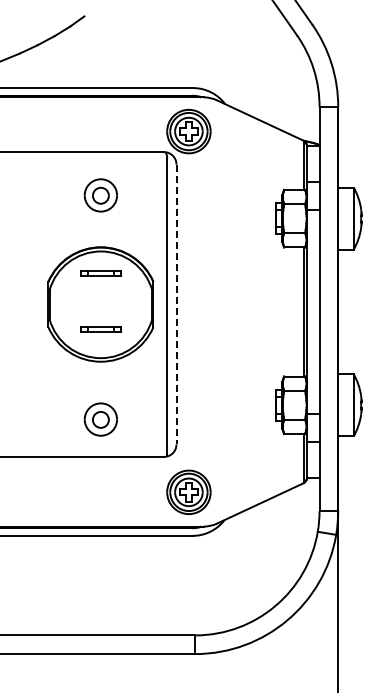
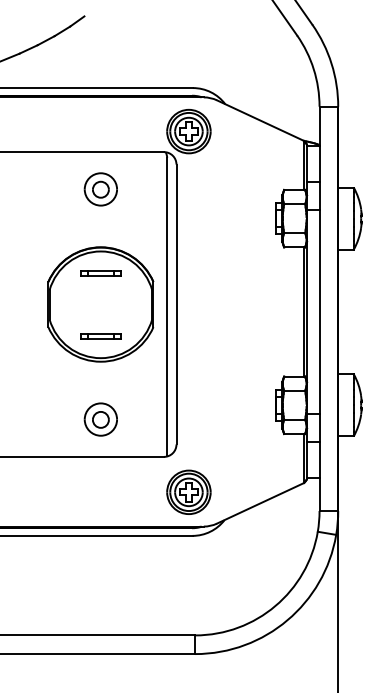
part at (100, 195) position: (100, 195) -> (100, 189)
line at (176, 304): dashed -> solid
part at (100, 329) position: (100, 329) -> (100, 336)
